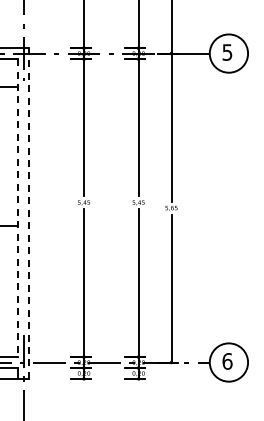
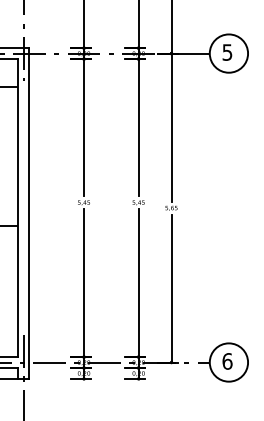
line at (18, 208): dashed -> solid
line at (29, 213): dashed -> solid
